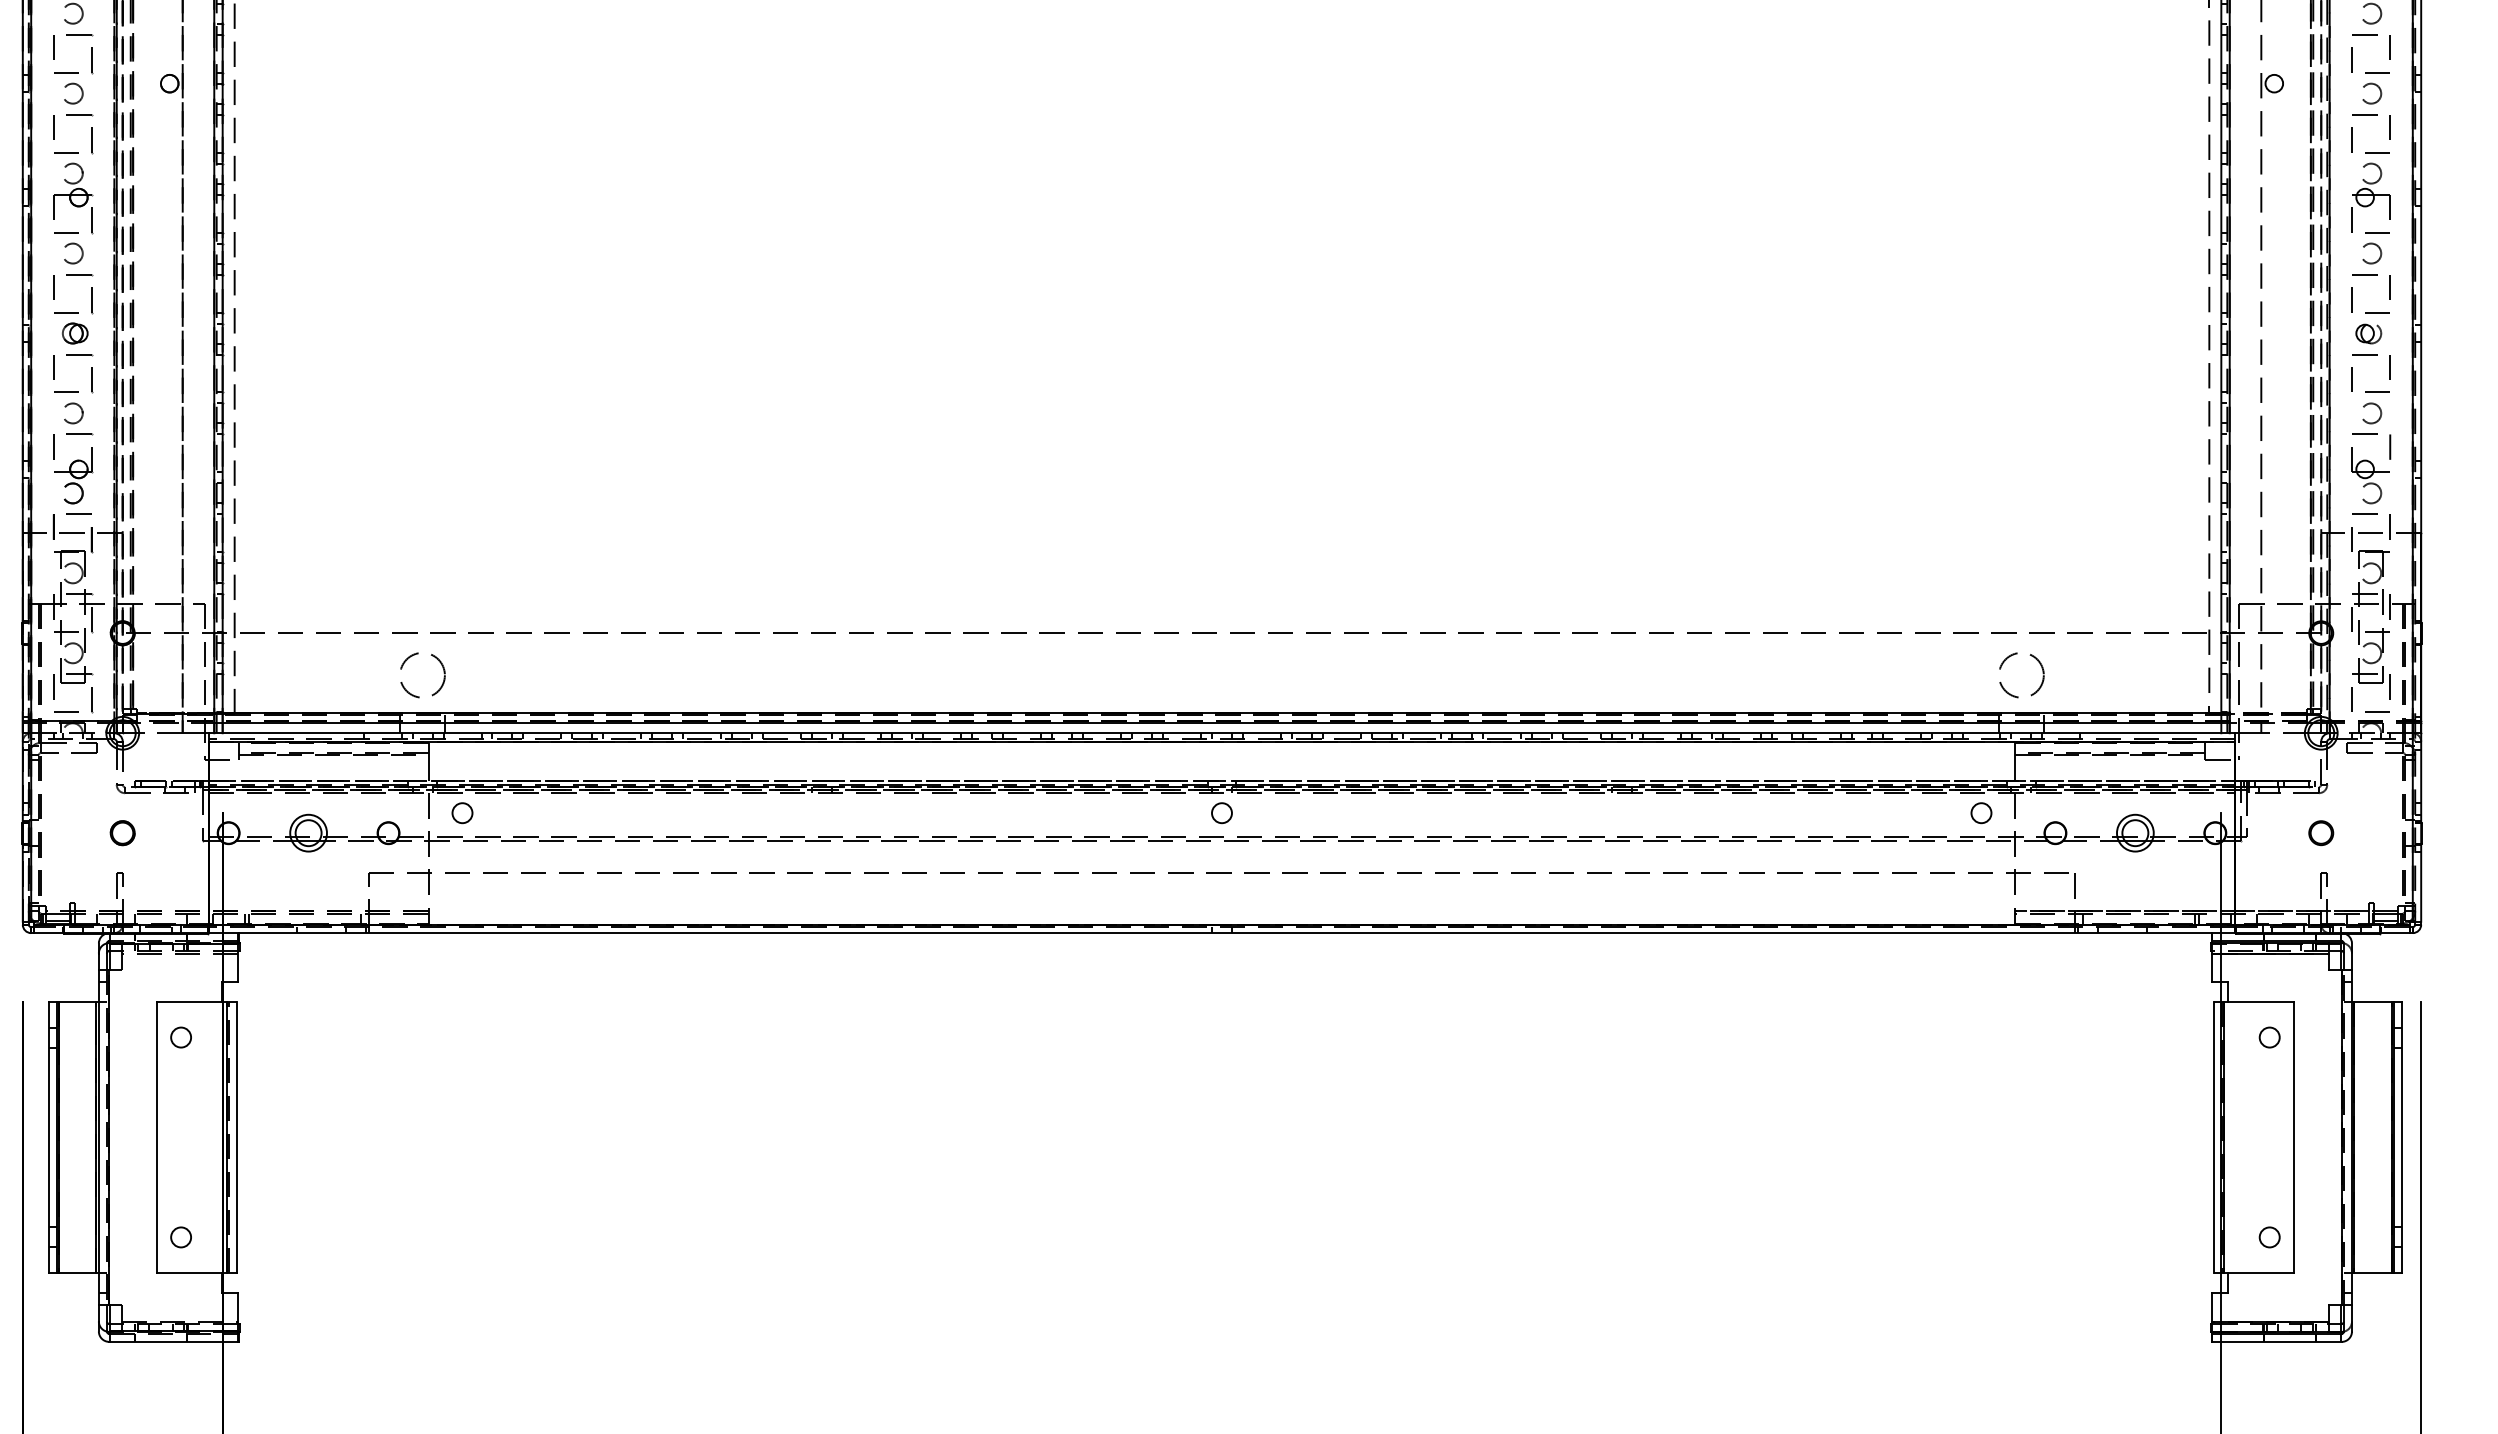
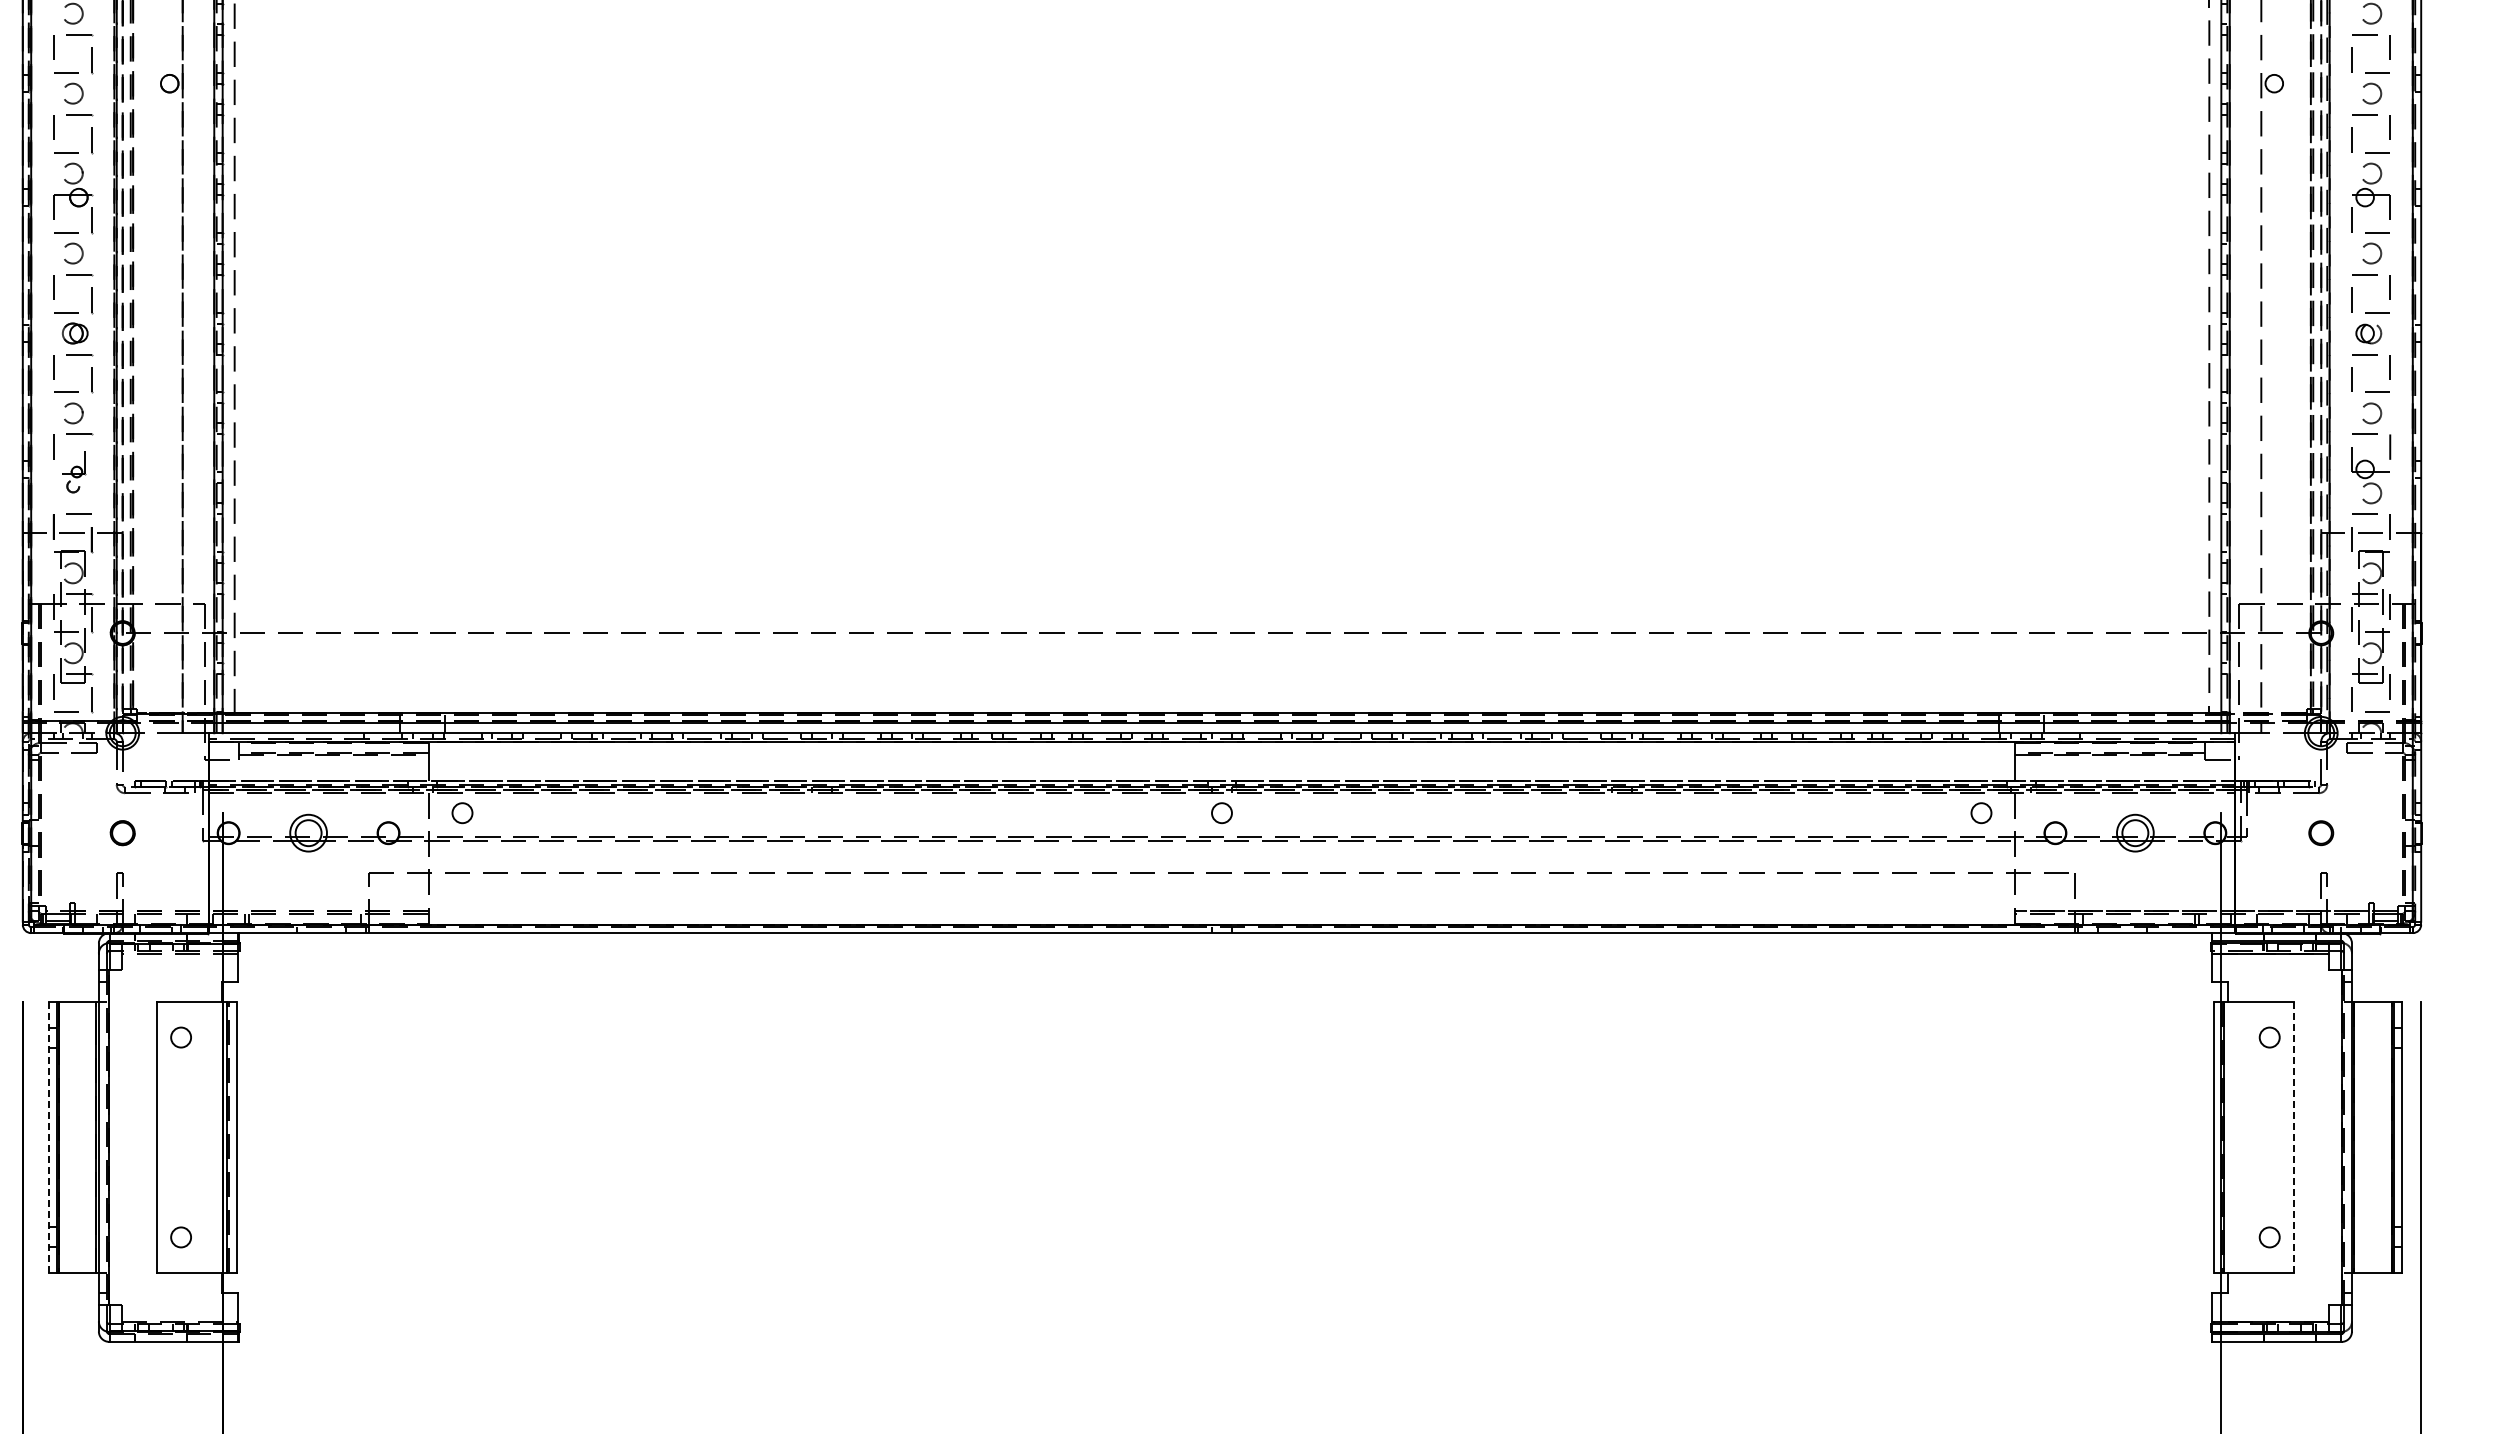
part at (73, 475) size: 40x58 px -> 25x42 px
circle at (422, 675): present -> none
circle at (2021, 675): present -> none
line at (48, 1137): solid -> dashed
line at (2293, 1137): solid -> dashed
